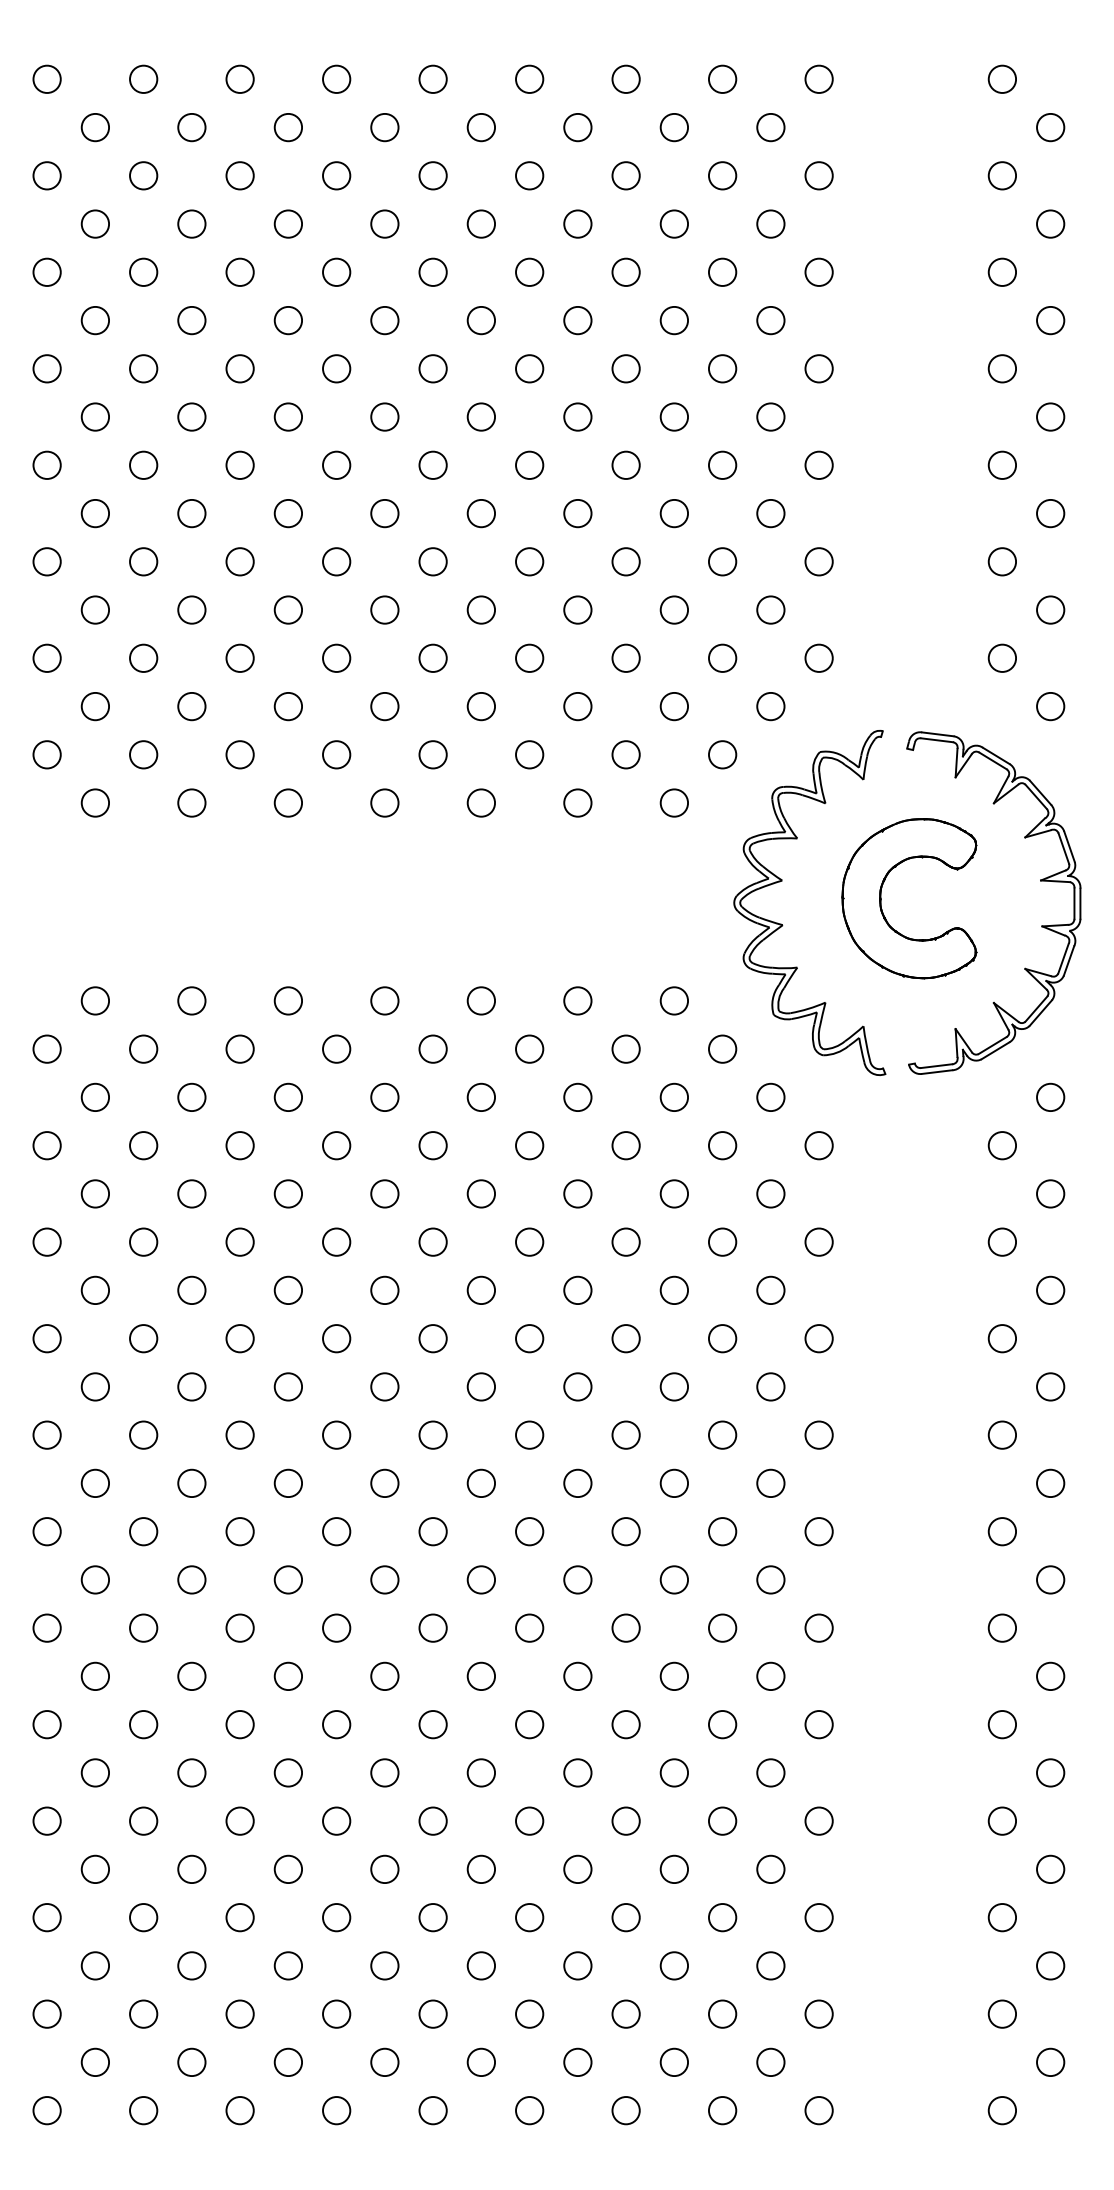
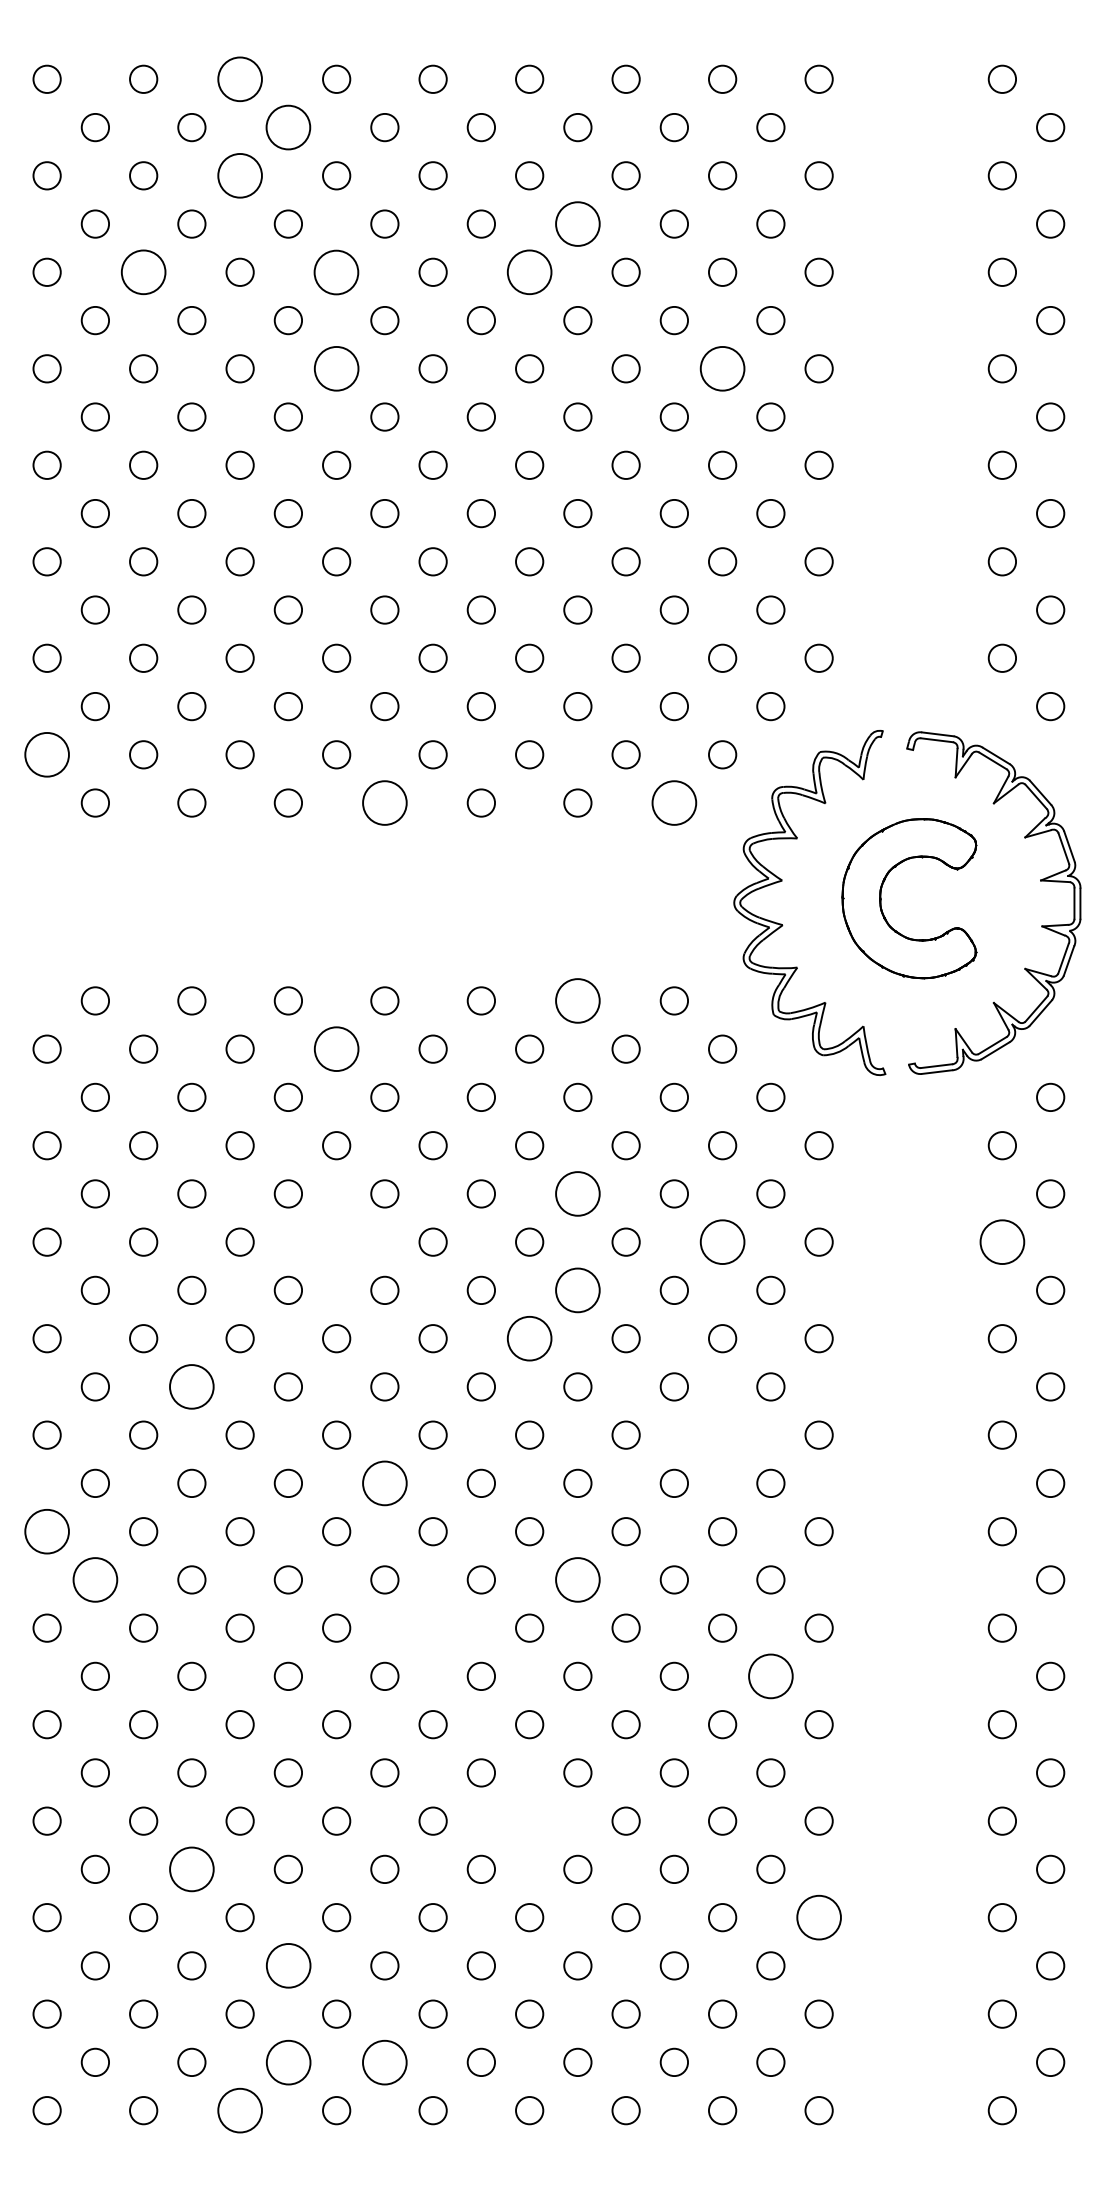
circle at (239, 78) diameter: 27 px -> 44 px
circle at (288, 127) diameter: 27 px -> 44 px
circle at (239, 175) diameter: 27 px -> 44 px
circle at (577, 223) diameter: 27 px -> 44 px
circle at (143, 271) diameter: 27 px -> 44 px
circle at (336, 271) size: 30x30 px -> 47x47 px
circle at (529, 271) diameter: 27 px -> 44 px
circle at (336, 368) diameter: 27 px -> 44 px
circle at (722, 368) diameter: 27 px -> 44 px
circle at (46, 754) diameter: 27 px -> 44 px
circle at (384, 802) diameter: 27 px -> 44 px
circle at (674, 802) diameter: 27 px -> 44 px
circle at (577, 1000) diameter: 27 px -> 44 px
circle at (336, 1048) diameter: 27 px -> 44 px
circle at (577, 1193) diameter: 27 px -> 44 px
circle at (336, 1241): present -> none
circle at (722, 1241) diameter: 27 px -> 44 px
circle at (1002, 1241) diameter: 27 px -> 44 px
circle at (577, 1290) diameter: 27 px -> 44 px
circle at (529, 1338) diameter: 27 px -> 44 px
circle at (191, 1386) size: 30x30 px -> 46x46 px
circle at (722, 1434): present -> none
circle at (384, 1483) diameter: 27 px -> 44 px
circle at (46, 1531) diameter: 27 px -> 44 px
circle at (95, 1579) diameter: 27 px -> 44 px
circle at (577, 1579) diameter: 27 px -> 44 px
circle at (432, 1627): present -> none
circle at (770, 1676) diameter: 27 px -> 44 px
circle at (529, 1820): present -> none
circle at (191, 1869) diameter: 27 px -> 44 px
circle at (818, 1917) diameter: 27 px -> 44 px
circle at (287, 1965) size: 30x30 px -> 46x46 px
circle at (287, 2061) size: 30x30 px -> 46x47 px
circle at (384, 2061) size: 30x30 px -> 46x47 px
circle at (239, 2110) diameter: 27 px -> 44 px
